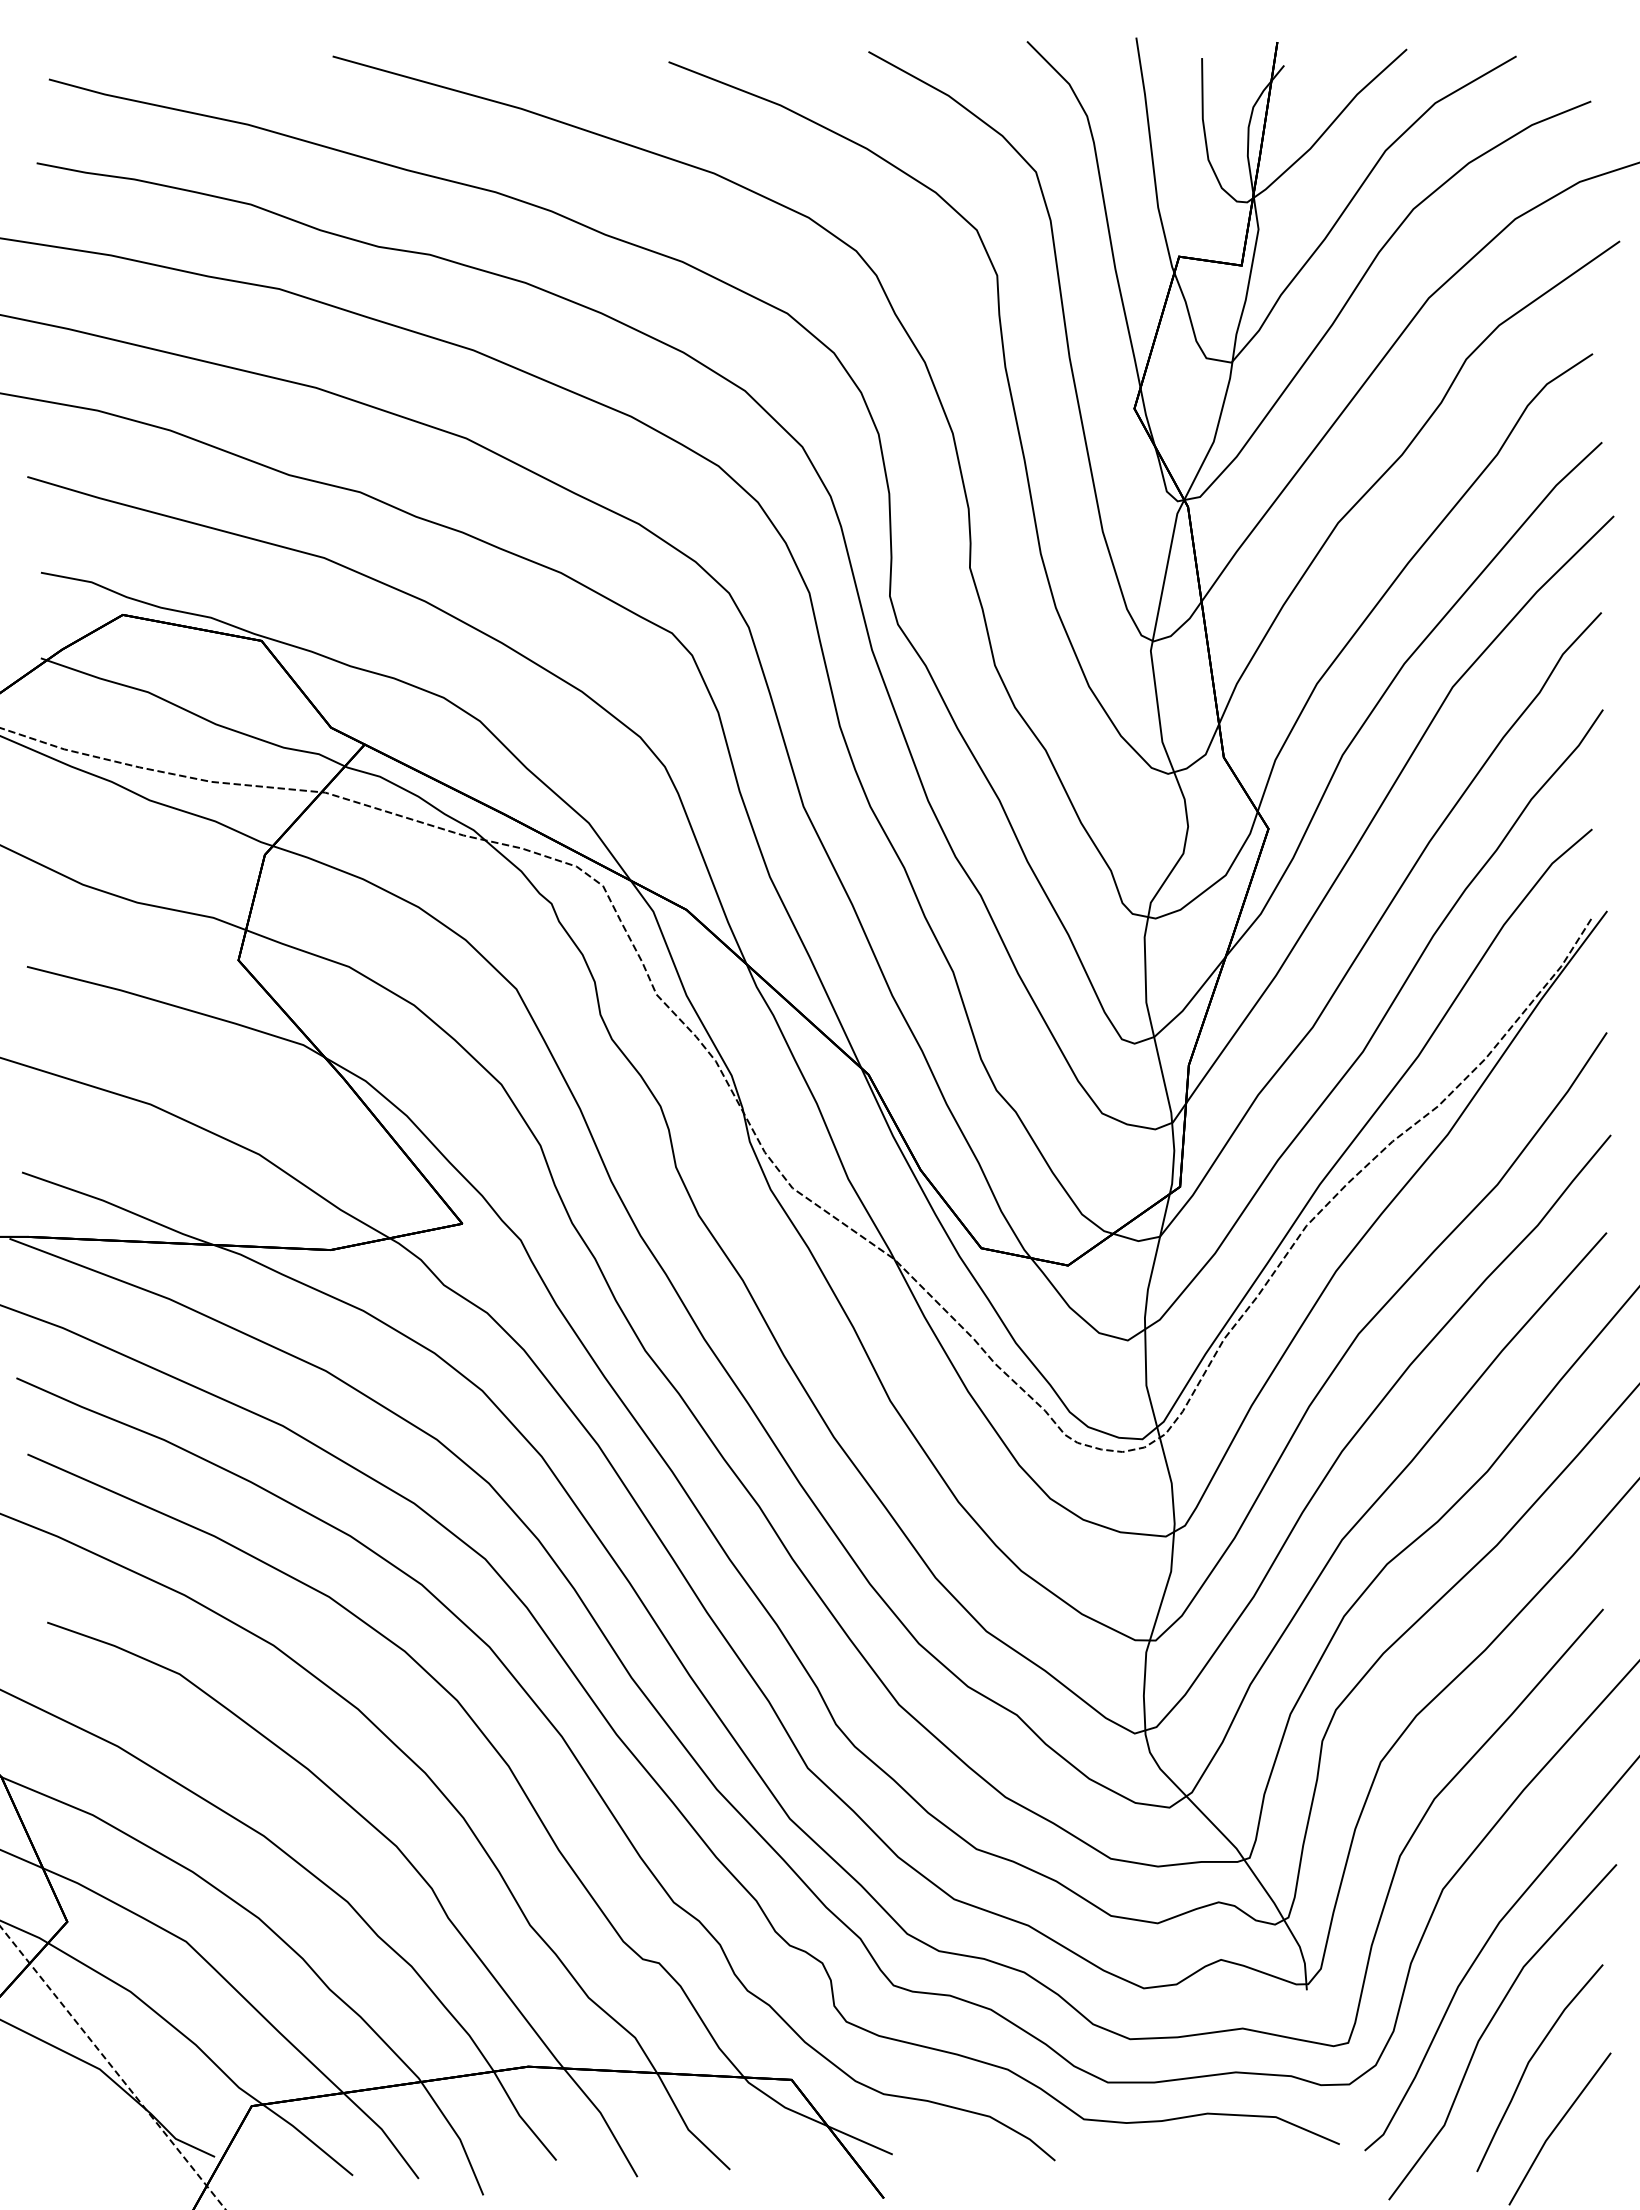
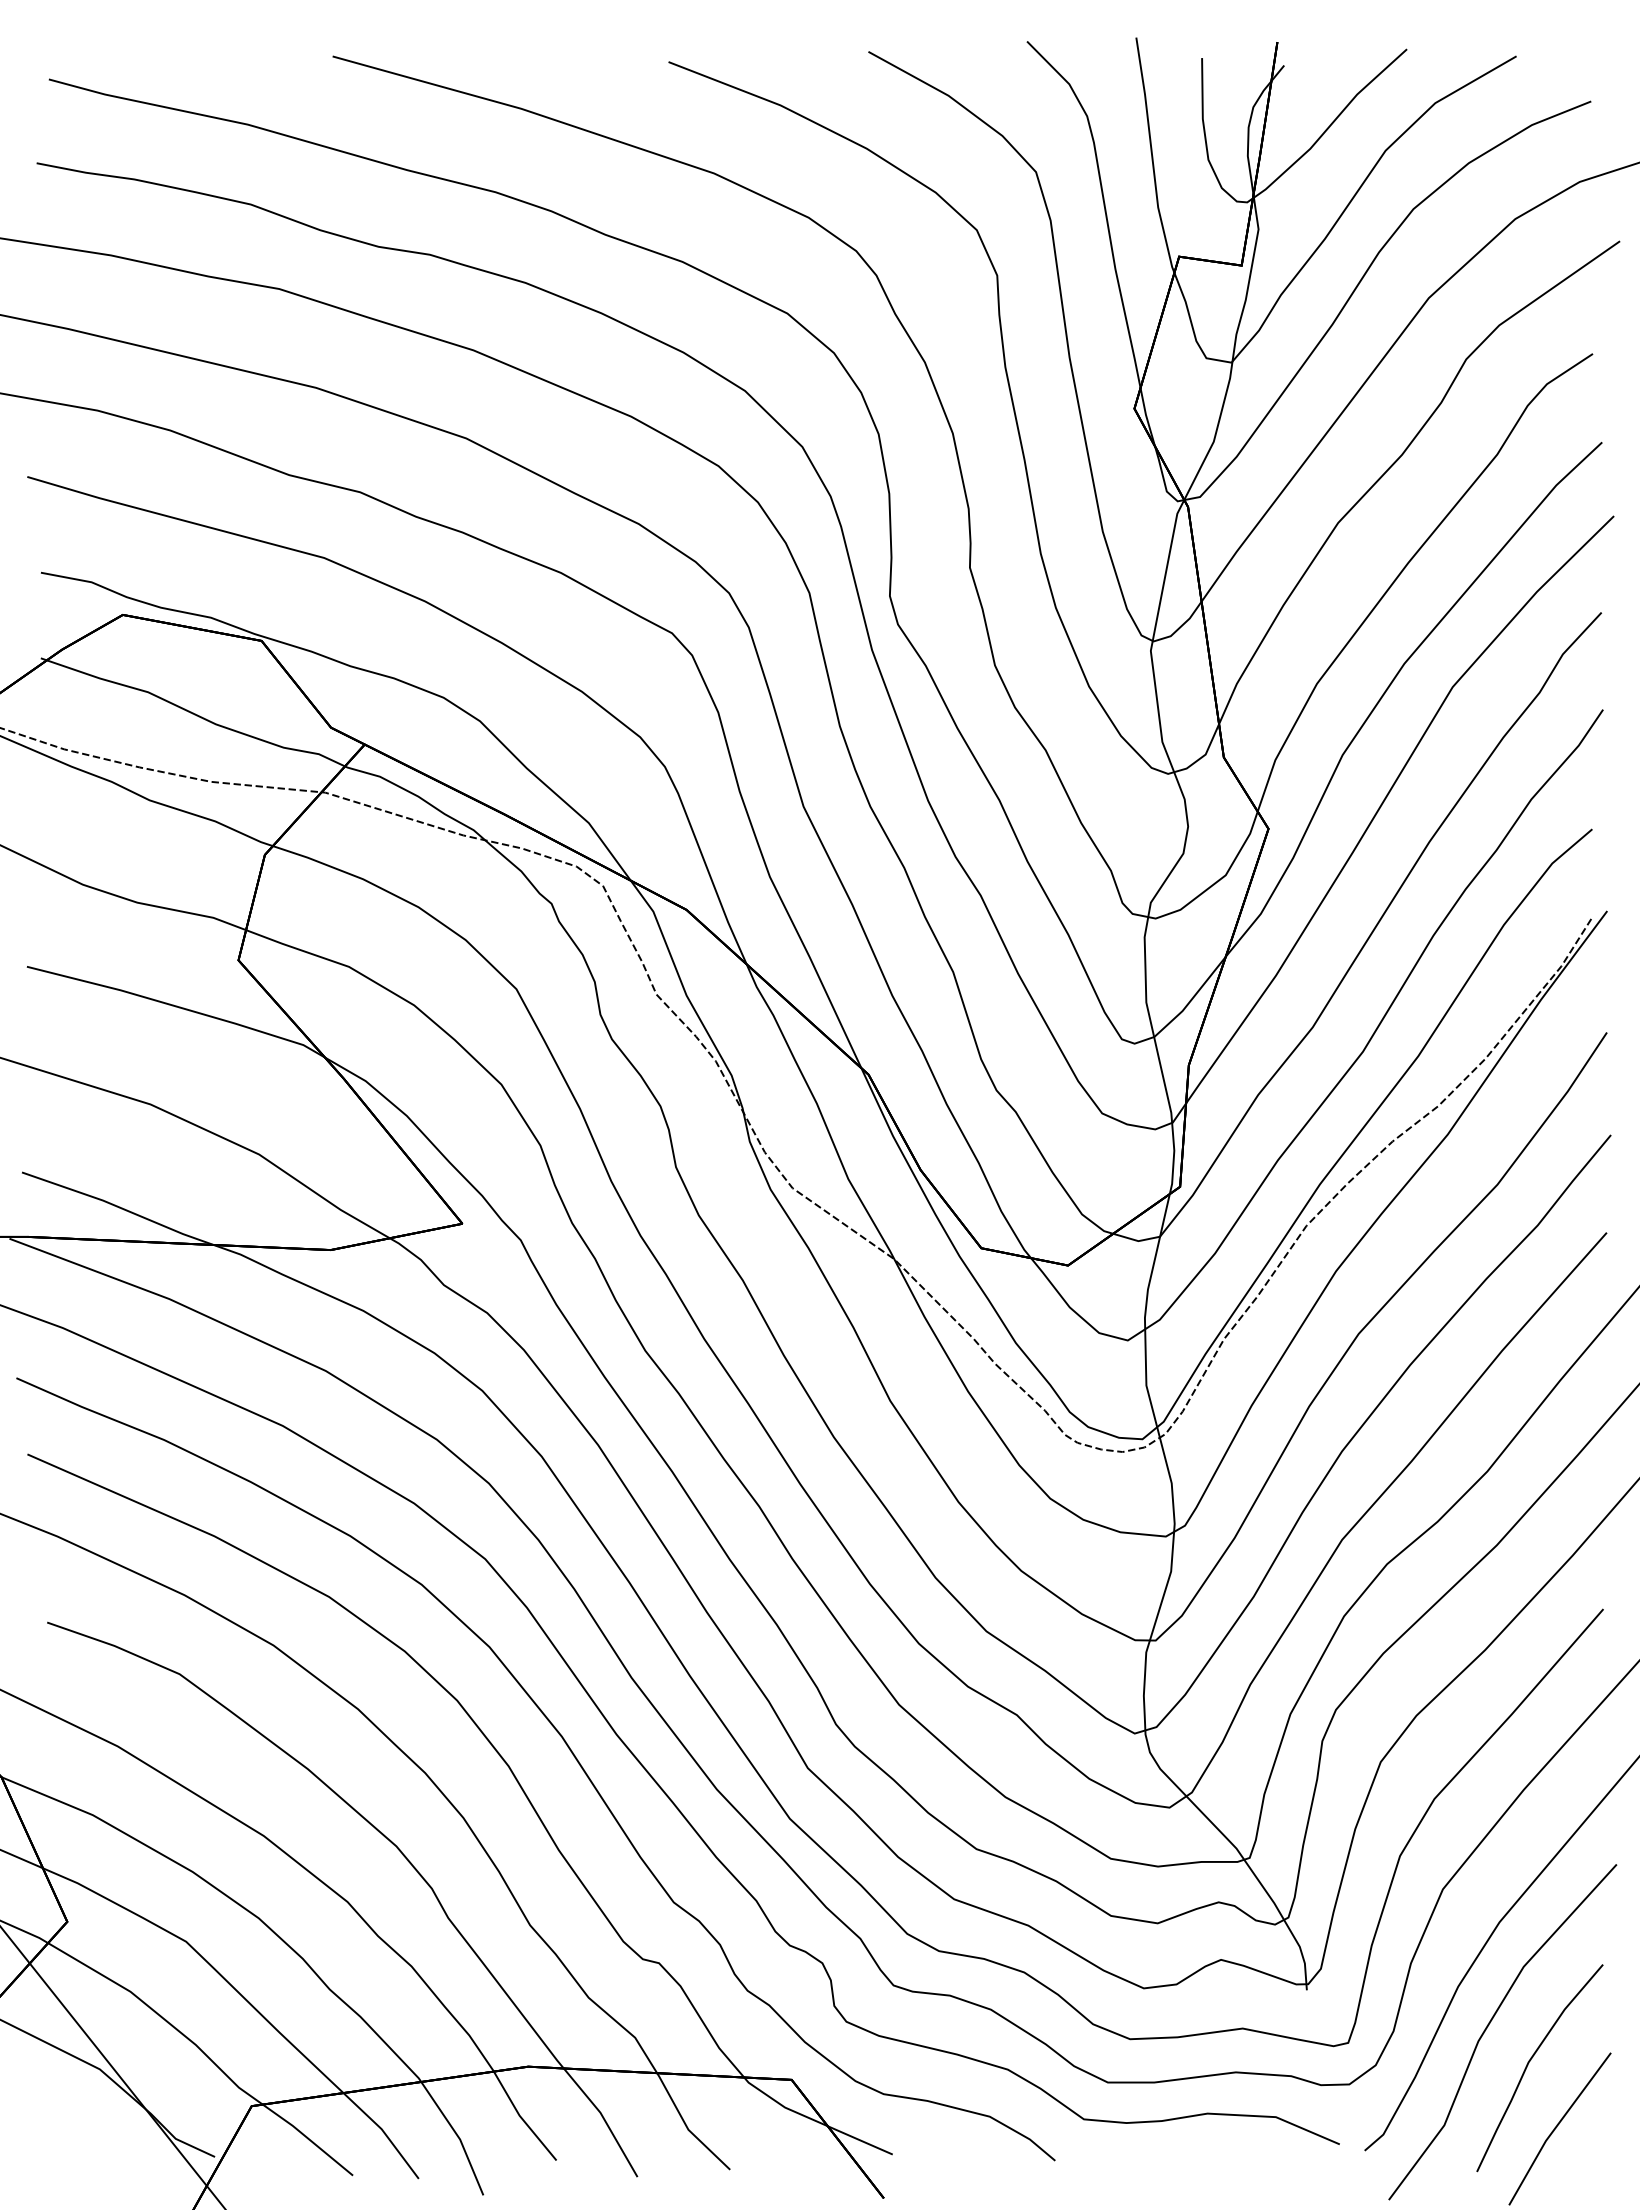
line at (113, 2068): dashed -> solid
